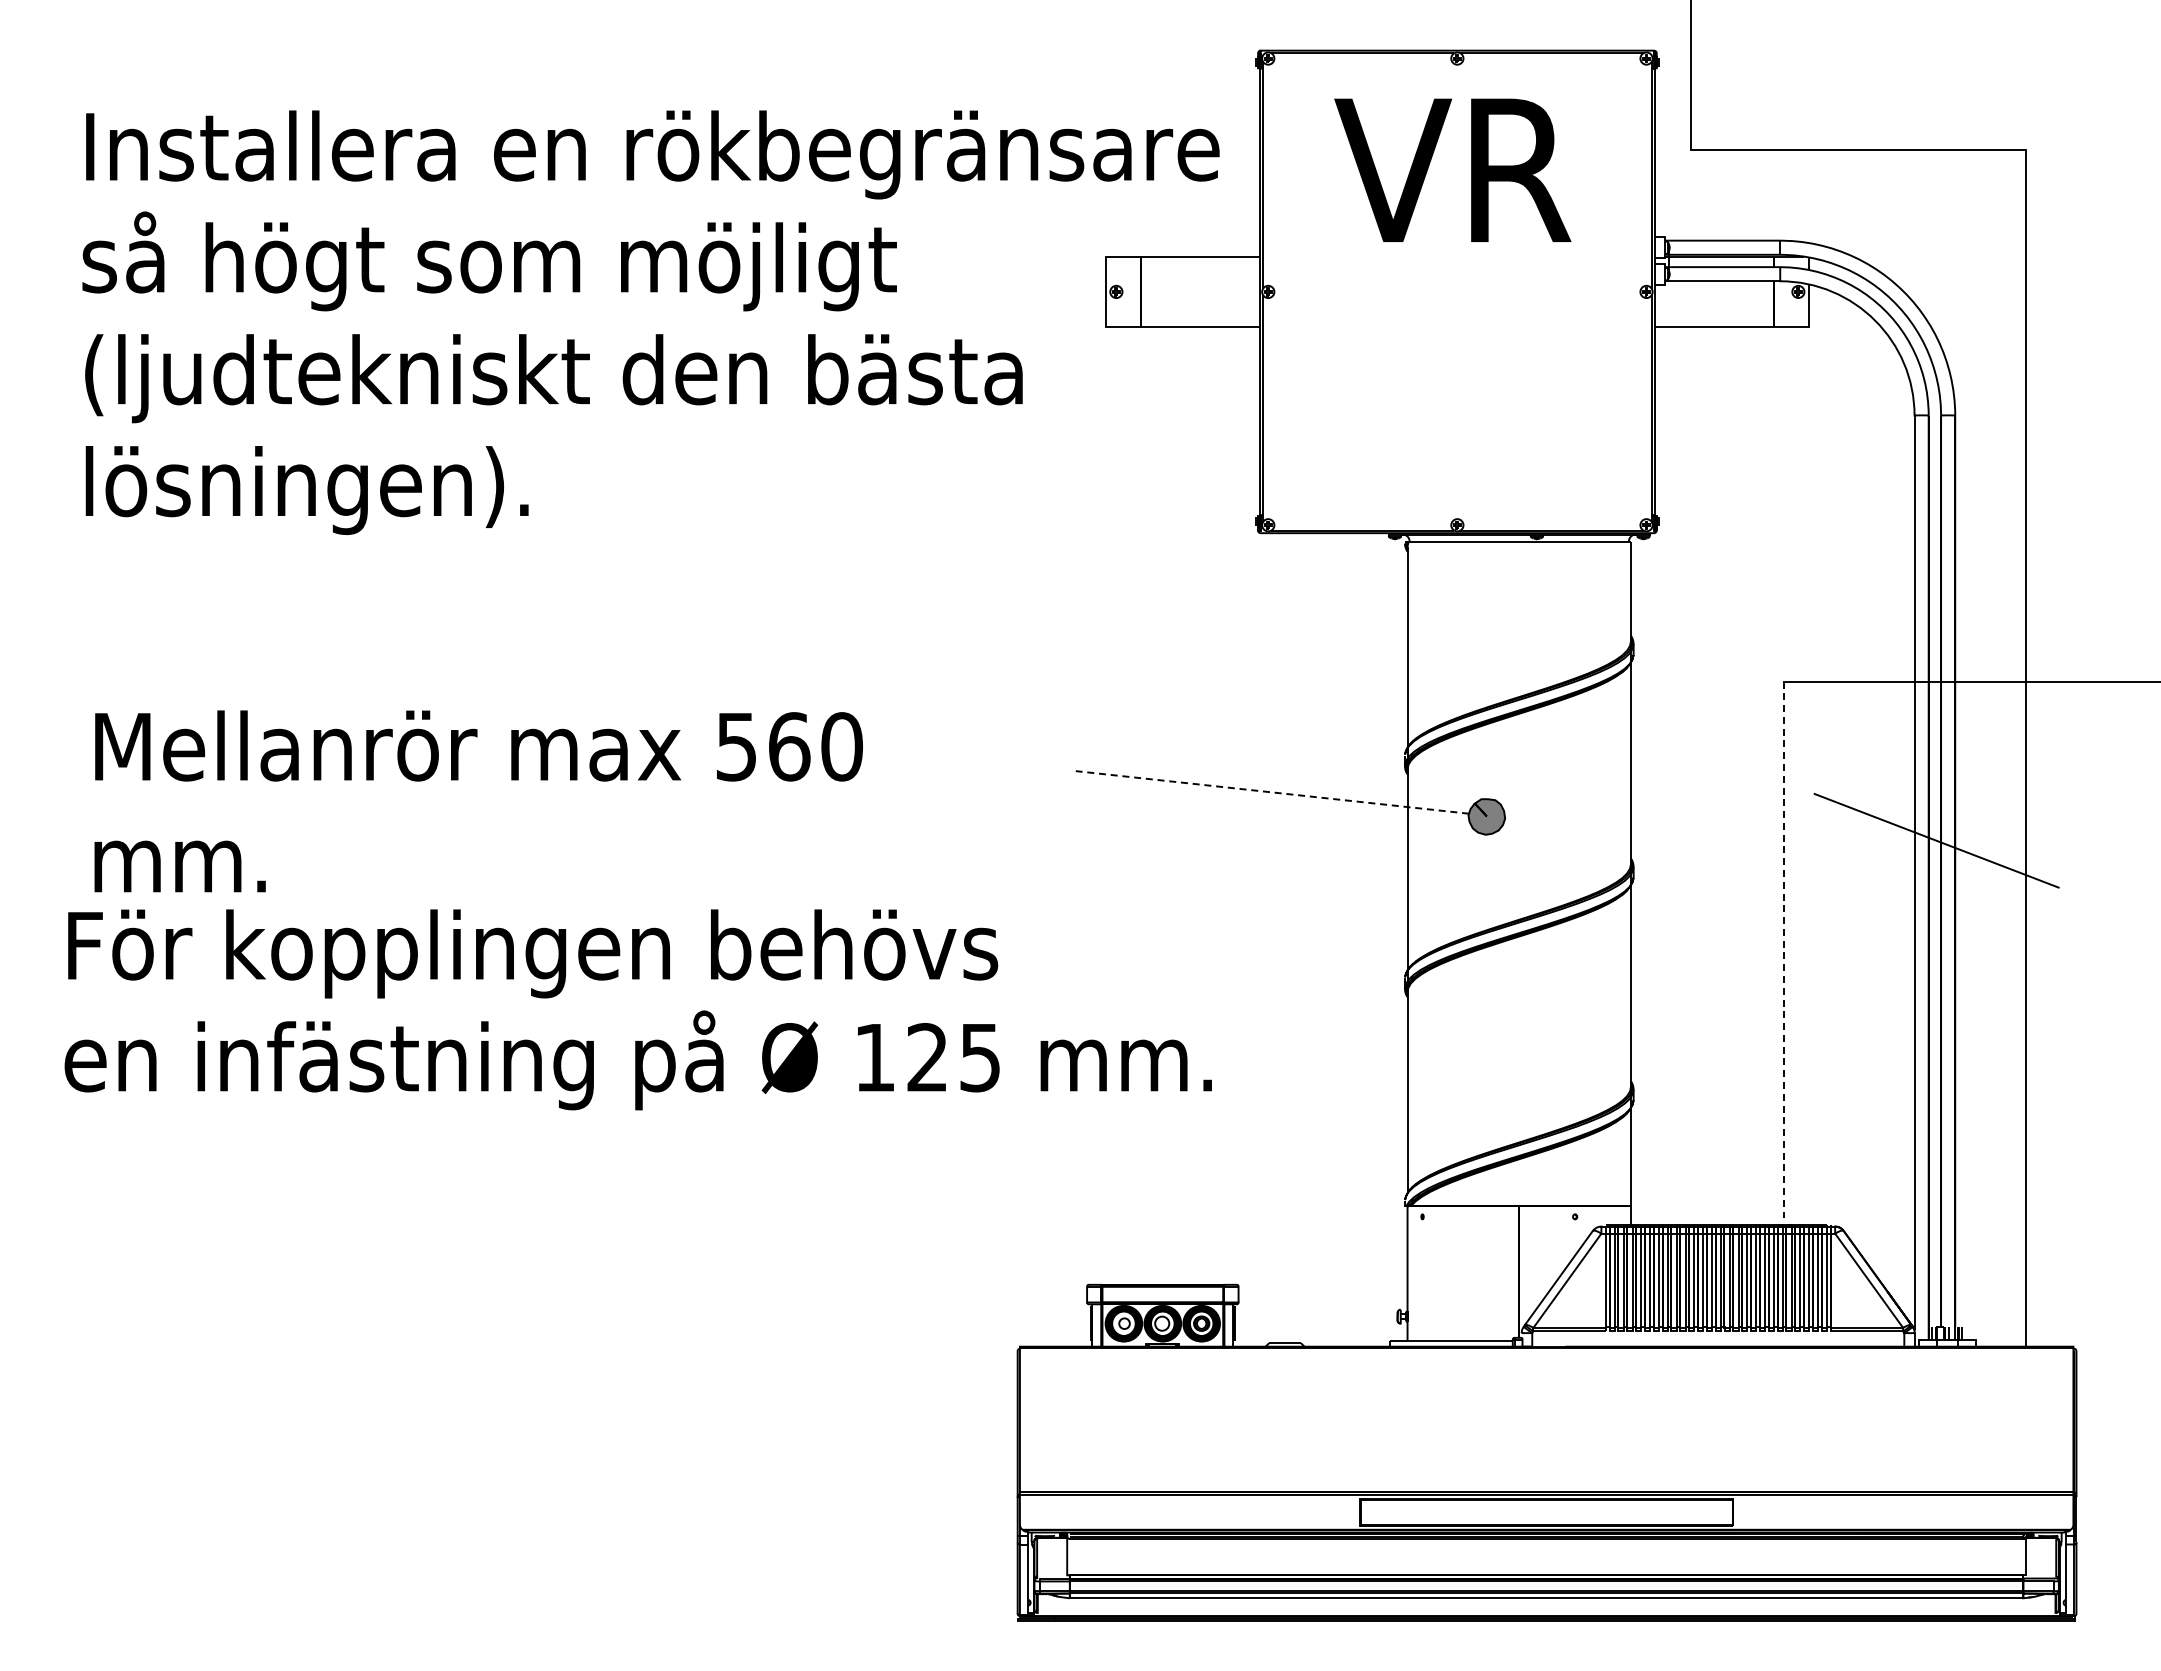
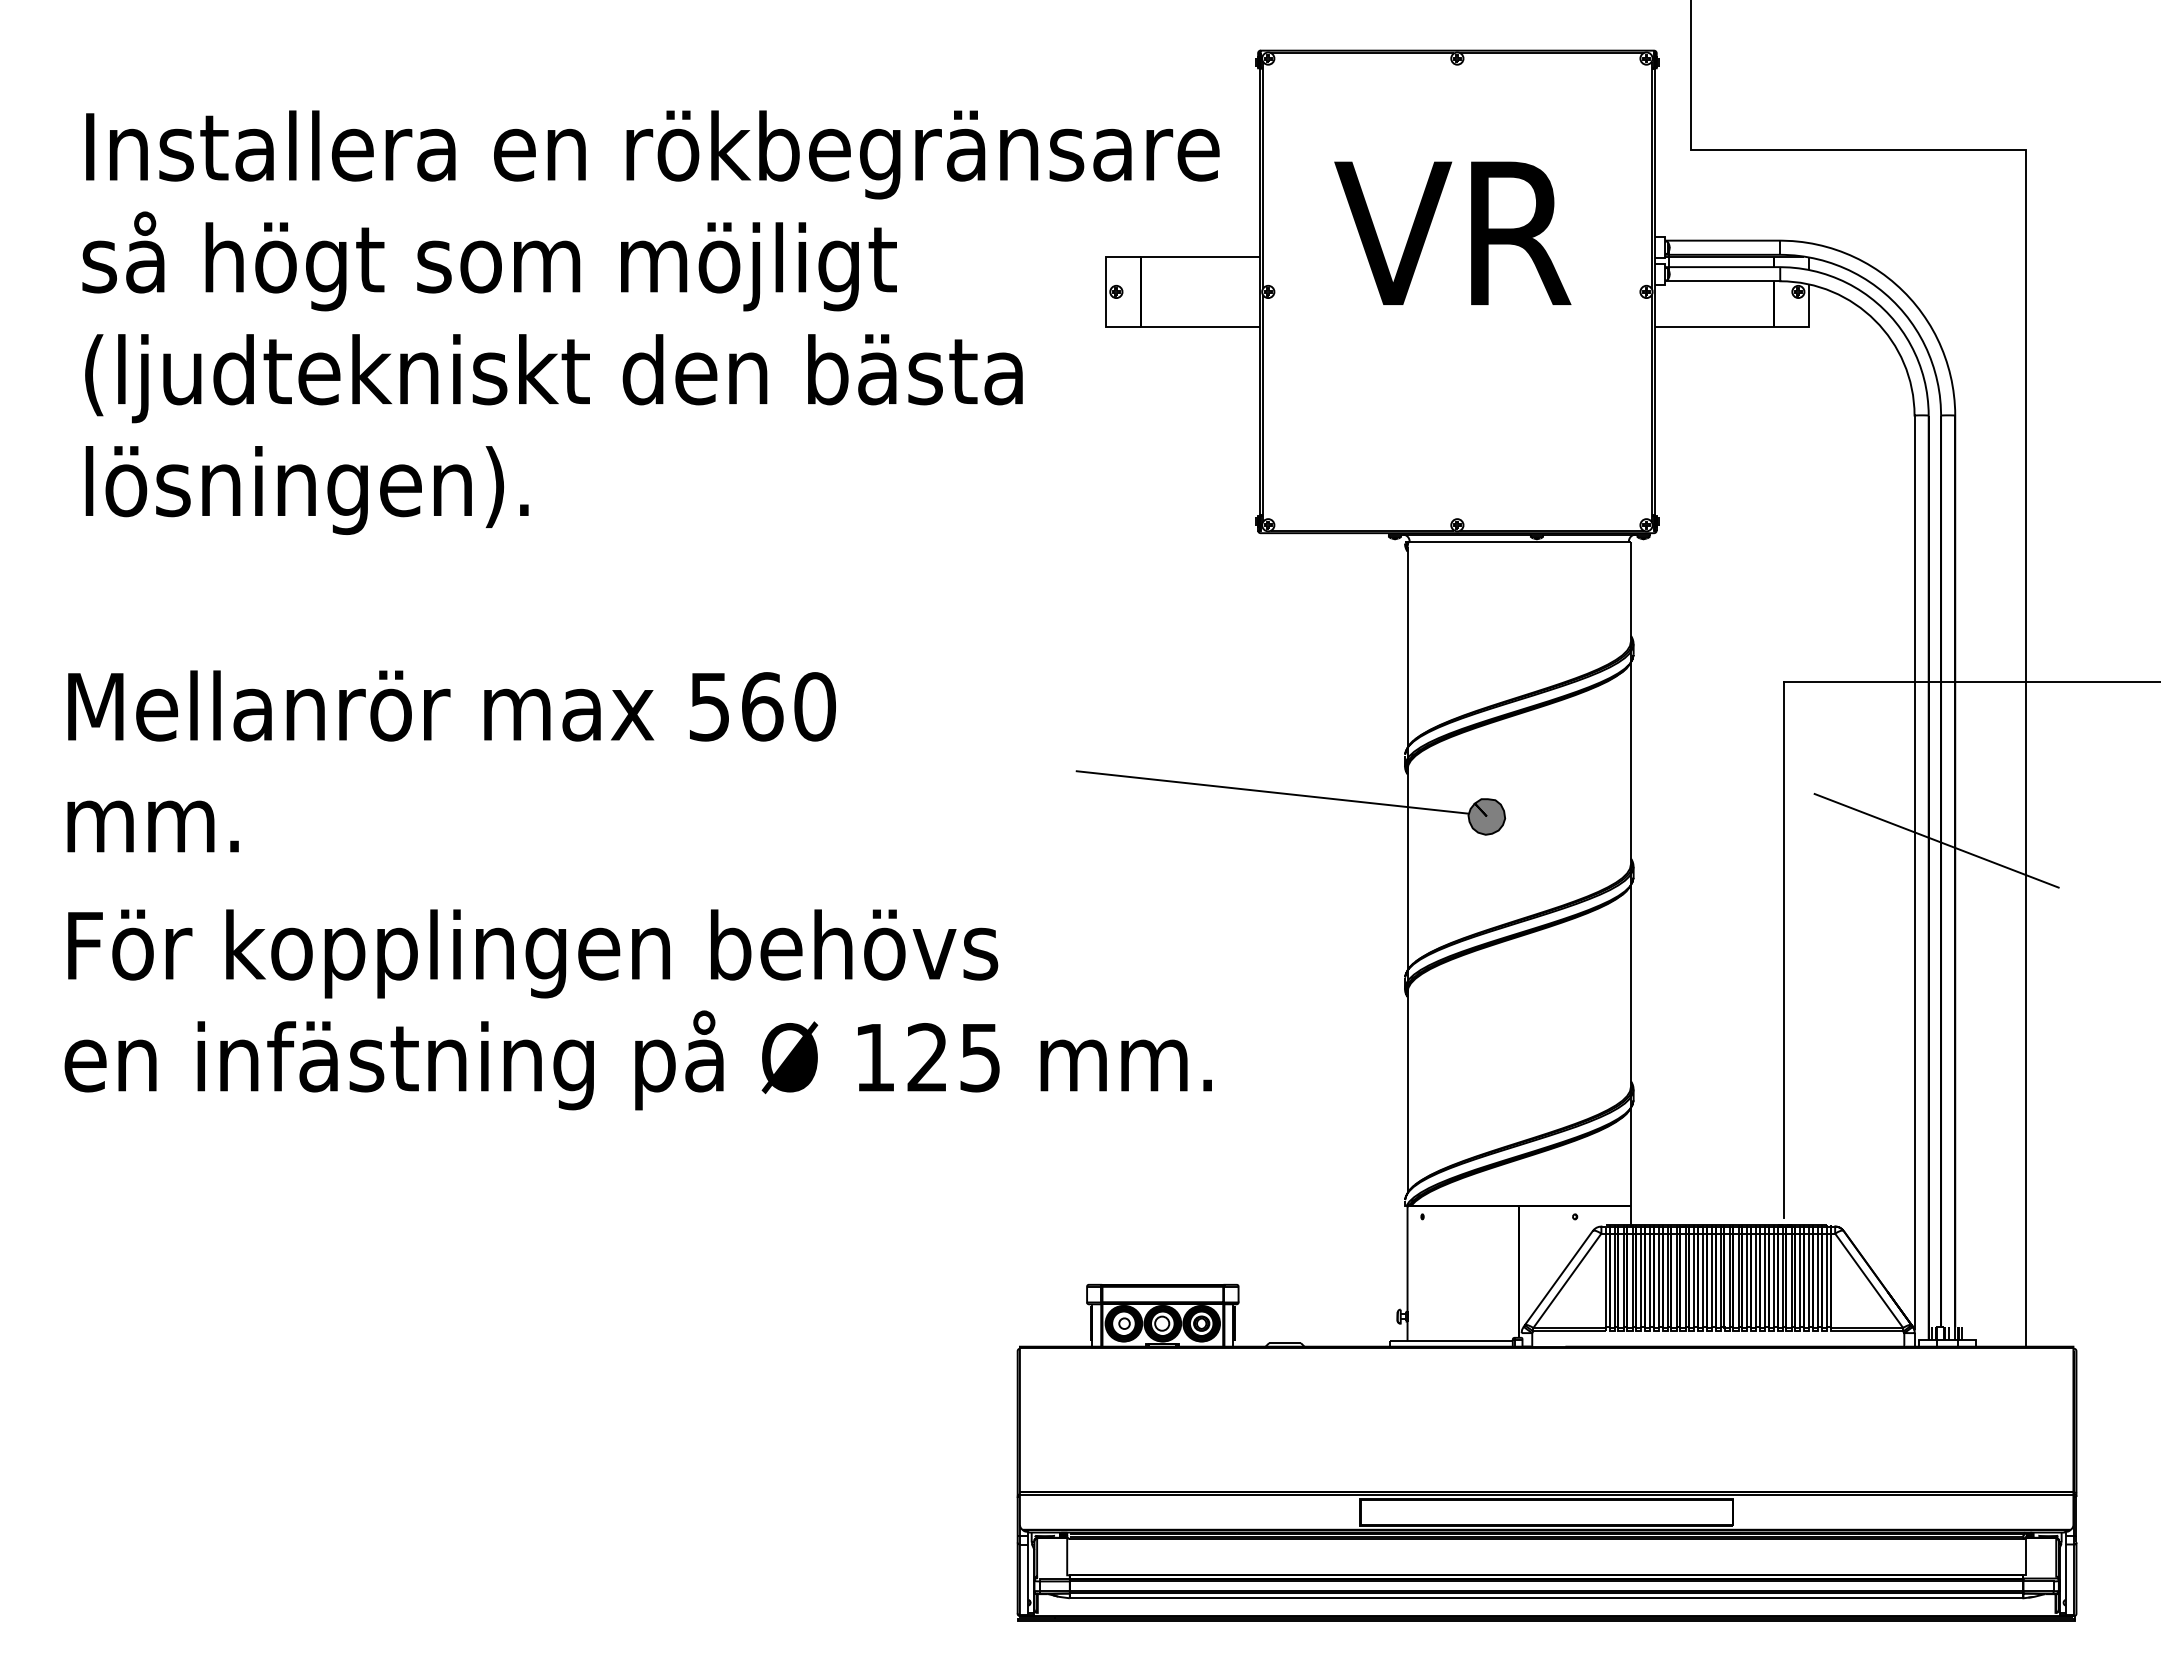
text at (1452, 169) position: (1452, 169) -> (1452, 232)
line at (1272, 792): dashed -> solid
text at (478, 801) position: (478, 801) -> (451, 761)
line at (1783, 950): dashed -> solid
